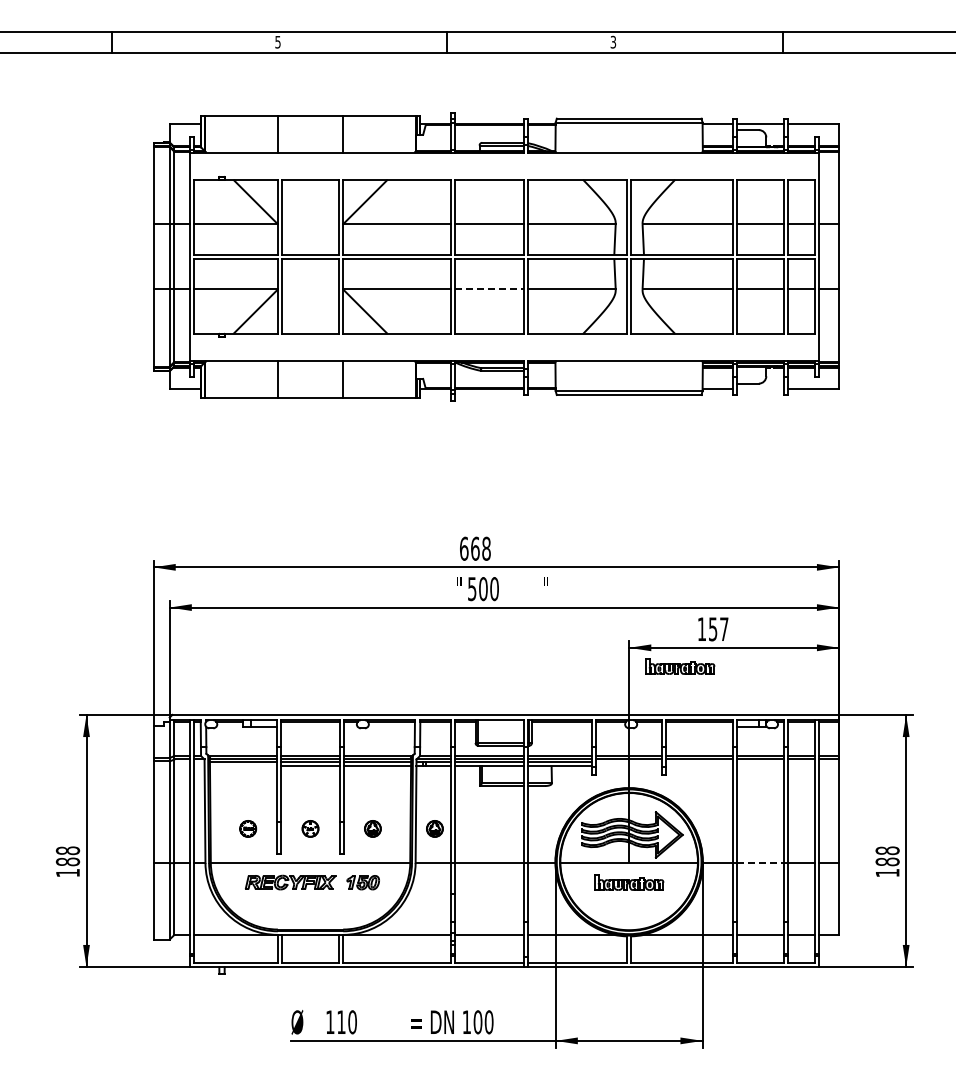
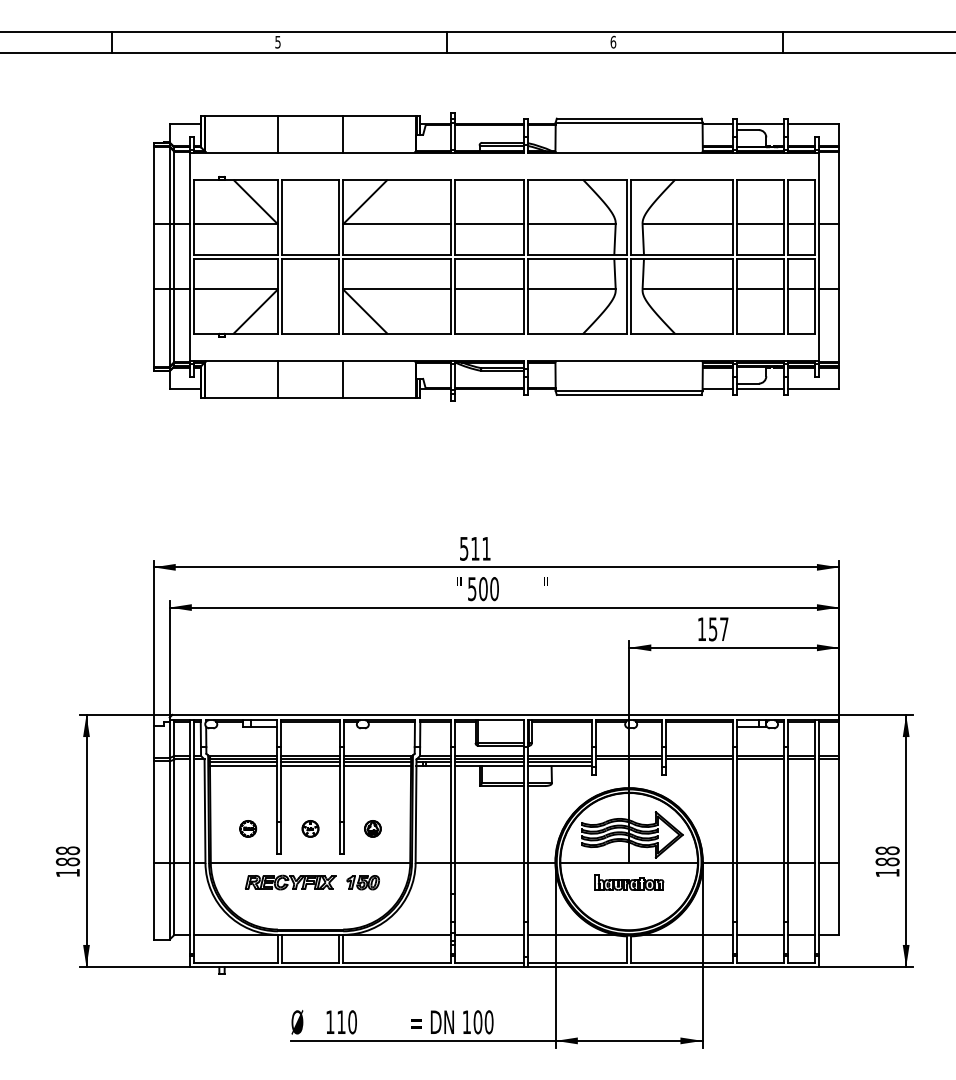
text at (613, 41): 3 -> 6
line at (489, 289): dashed -> solid
line at (759, 389): none -> present
text at (475, 548): 668 -> 511
part at (680, 666): present -> none
line at (243, 765): none -> present
part at (434, 828): present -> none
line at (760, 863): dashed -> solid
